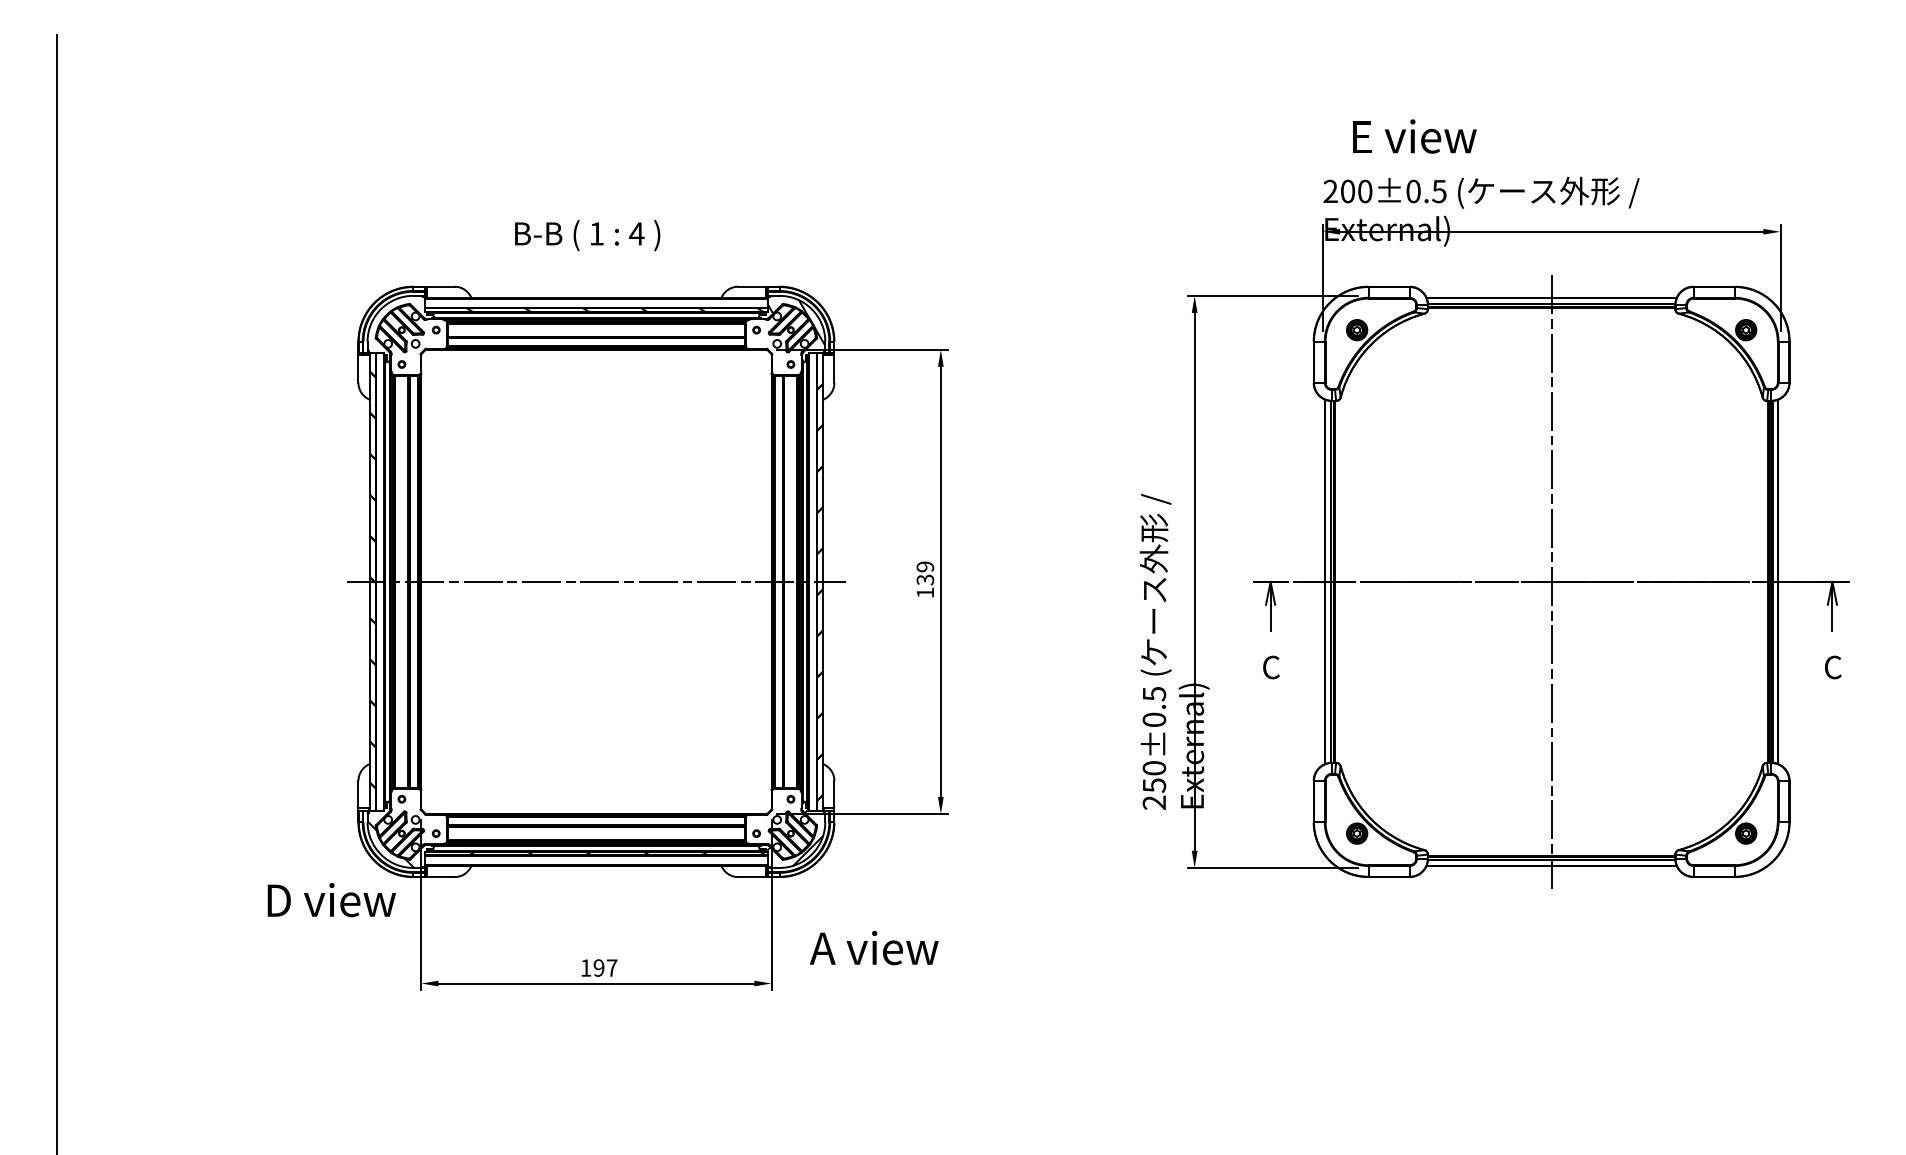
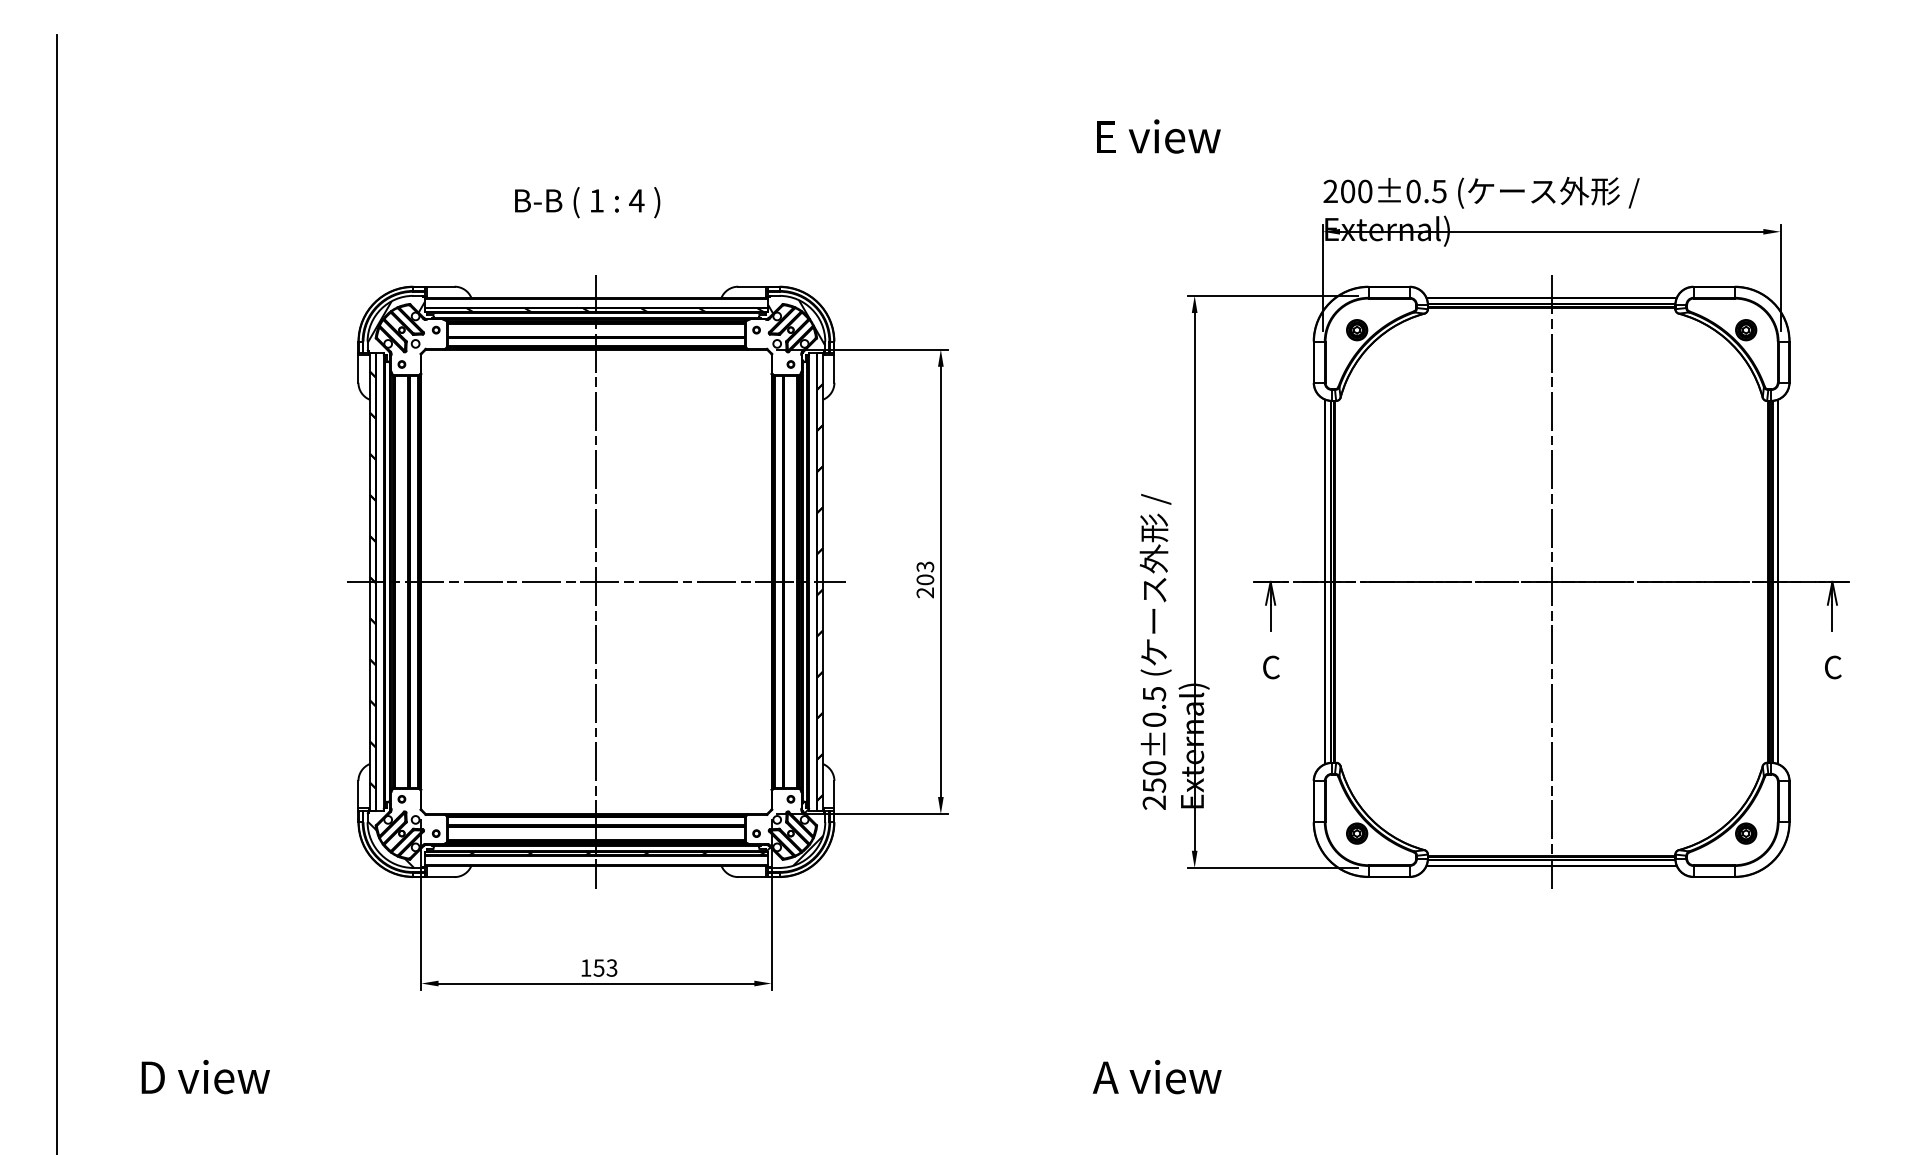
text at (1414, 136) position: (1414, 136) -> (1158, 136)
text at (587, 235) position: (587, 235) -> (587, 202)
hatch at (395, 322): none -> present
text at (925, 579): 139 -> 203
line at (596, 581): none -> present
text at (331, 900) position: (331, 900) -> (205, 1077)
text at (873, 948) position: (873, 948) -> (1156, 1077)
text at (605, 967): 197 -> 153
